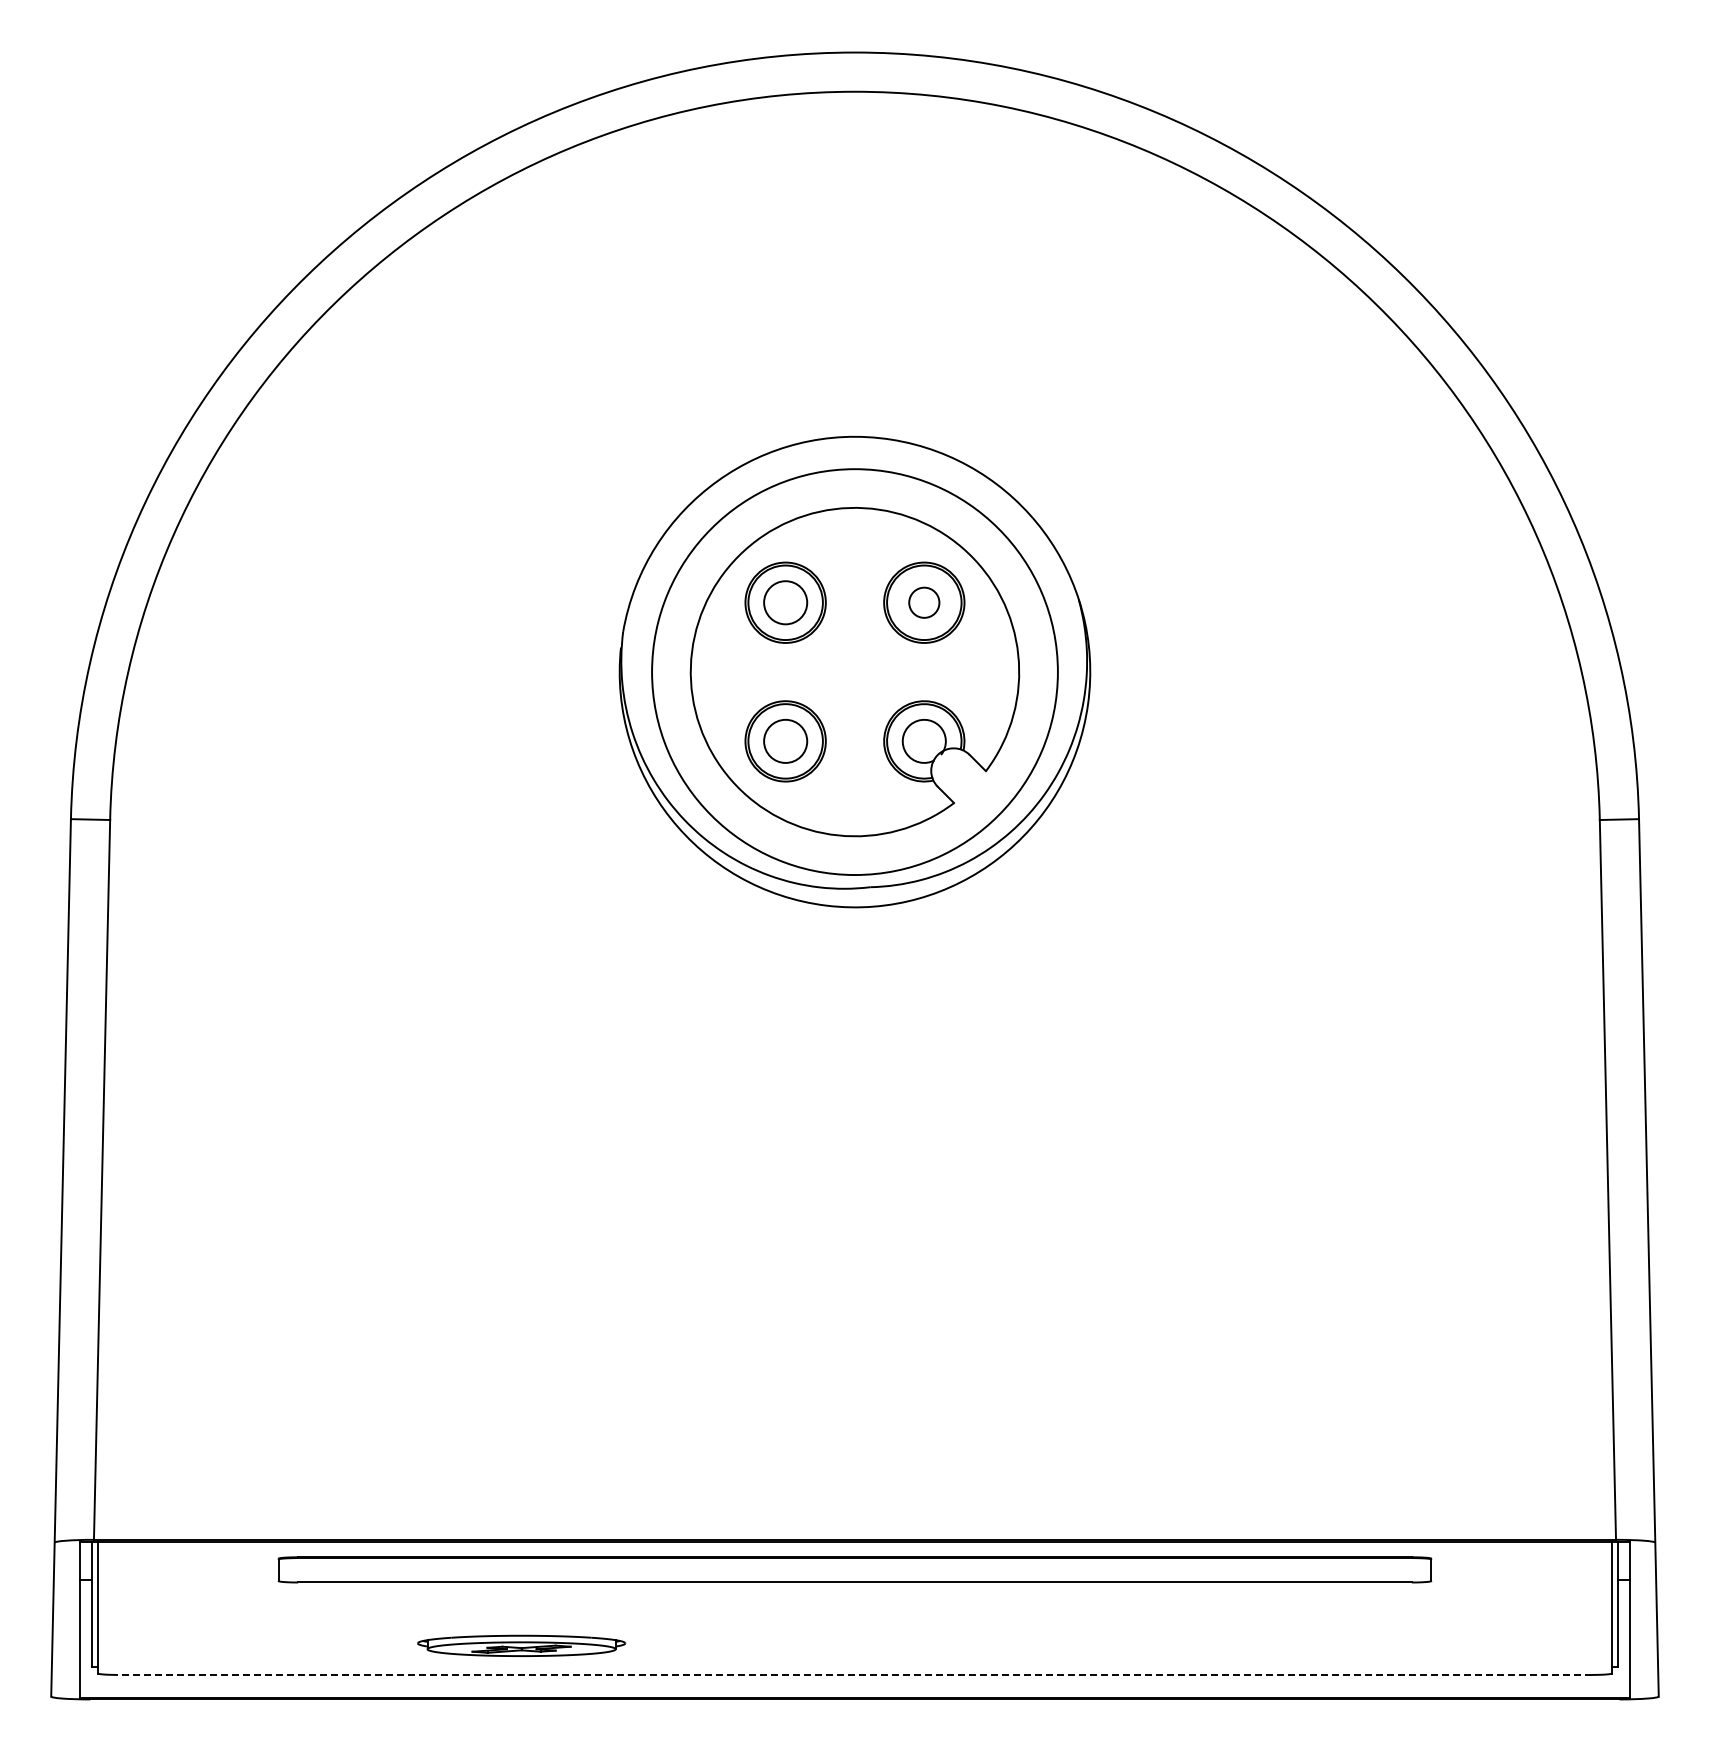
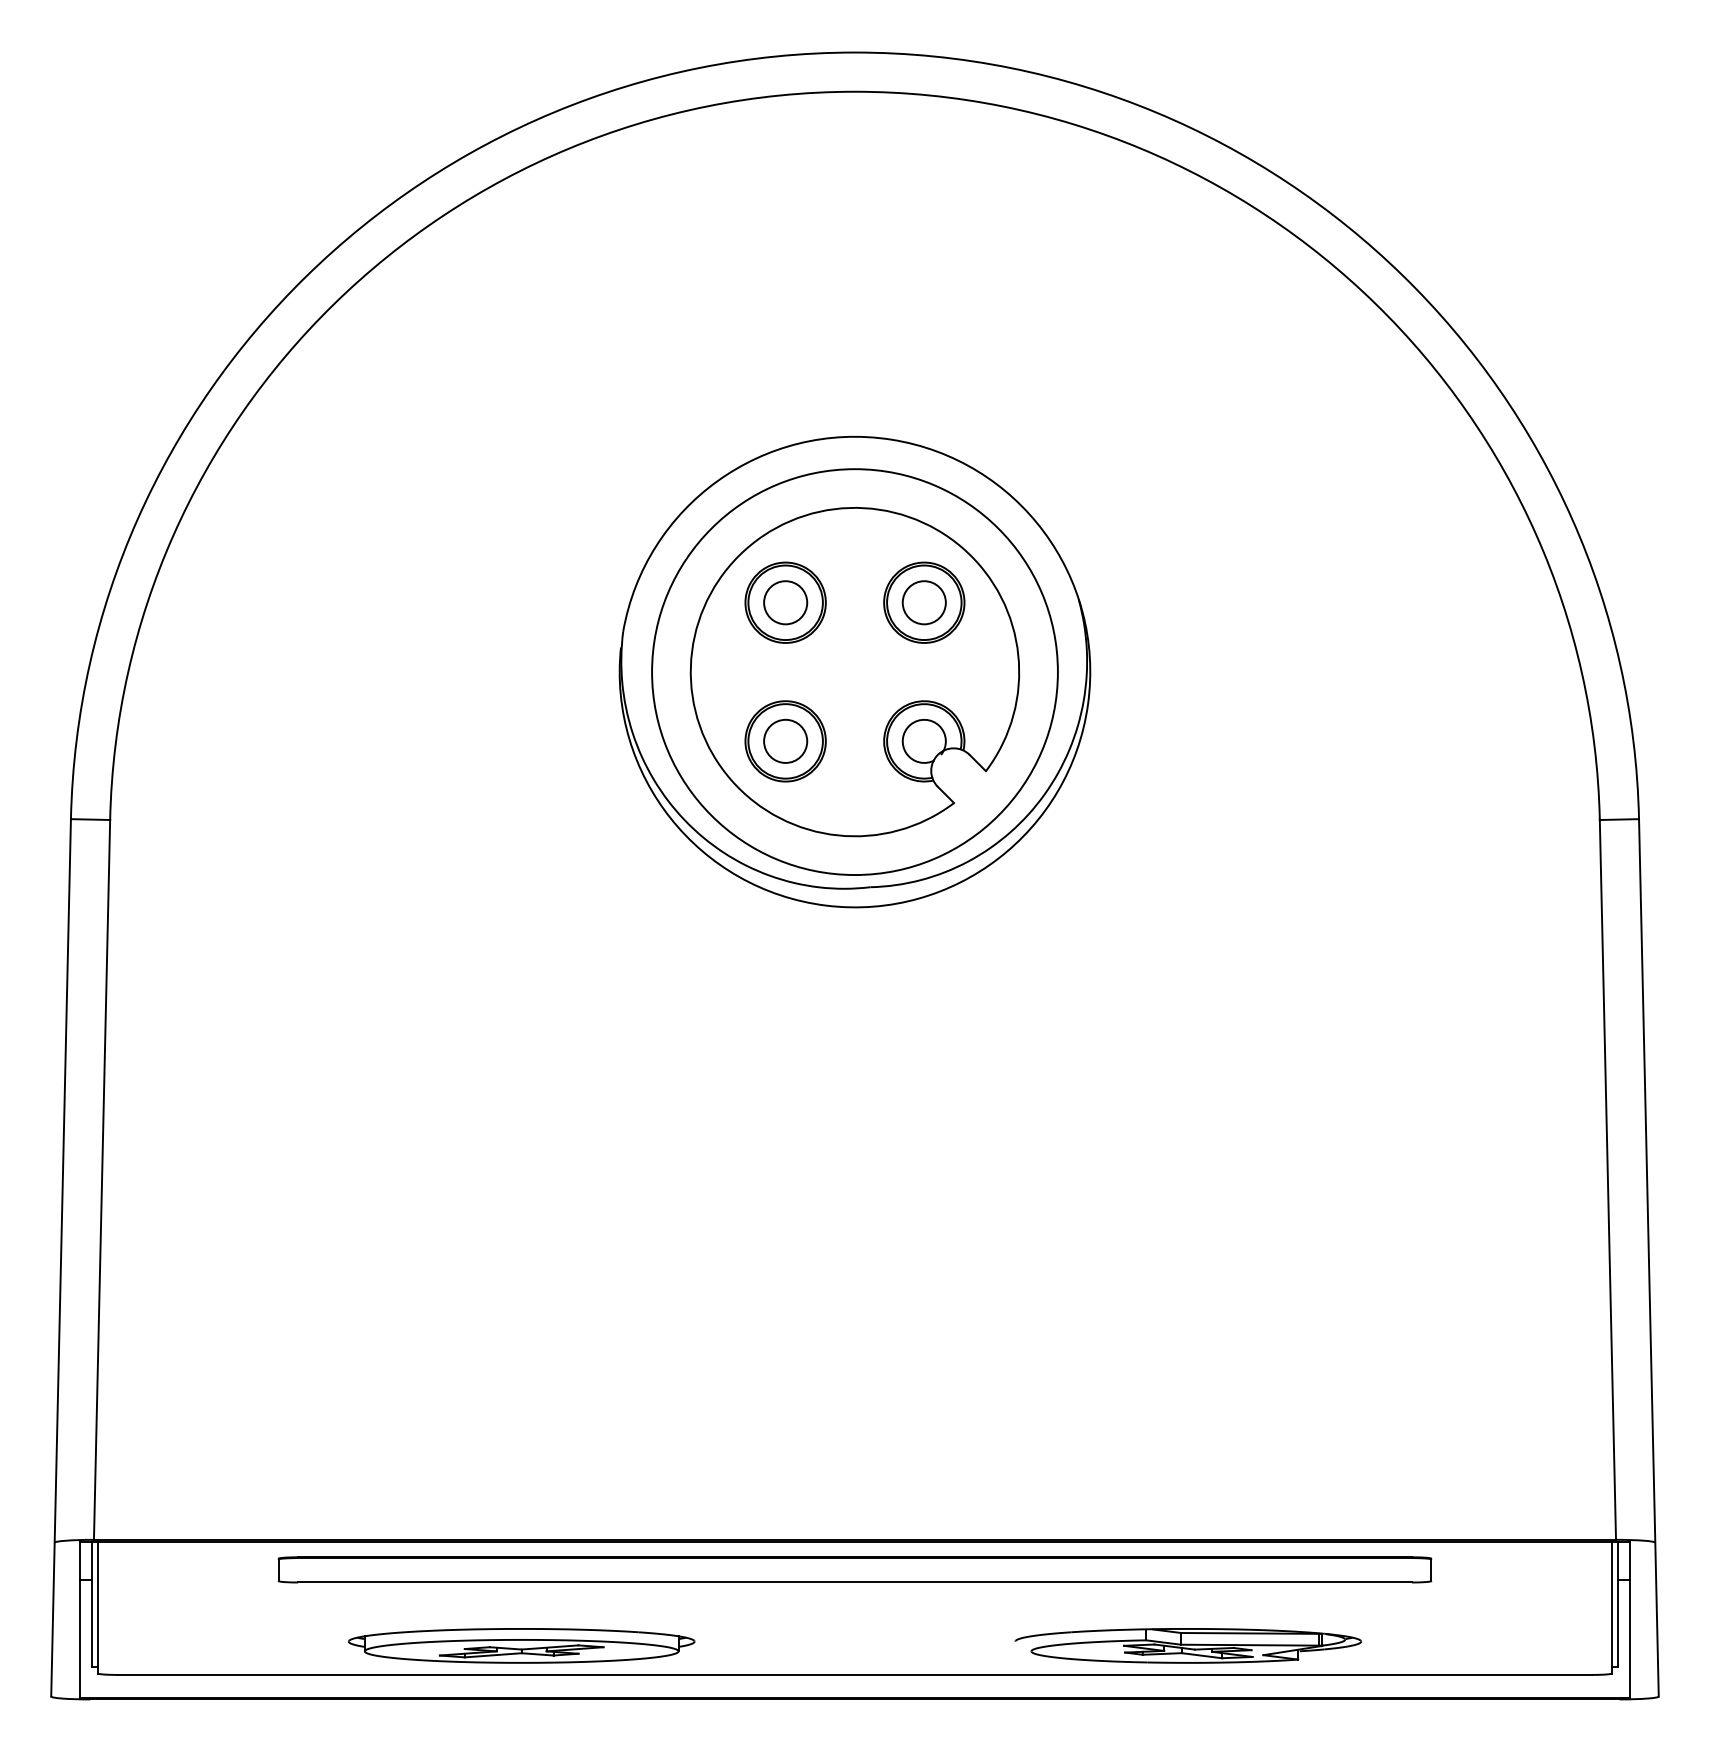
circle at (924, 602) diameter: 30 px -> 43 px
part at (521, 1645) size: 210x23 px -> 349x36 px
part at (1188, 1645): none -> present
line at (854, 1674): dashed -> solid
